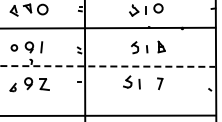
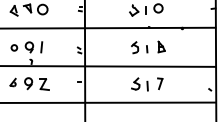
line at (108, 66): dashed -> solid
part at (131, 82) position: (131, 82) -> (139, 84)
part at (12, 87) position: (12, 87) -> (12, 82)
line at (108, 115) position: (108, 115) -> (108, 102)
